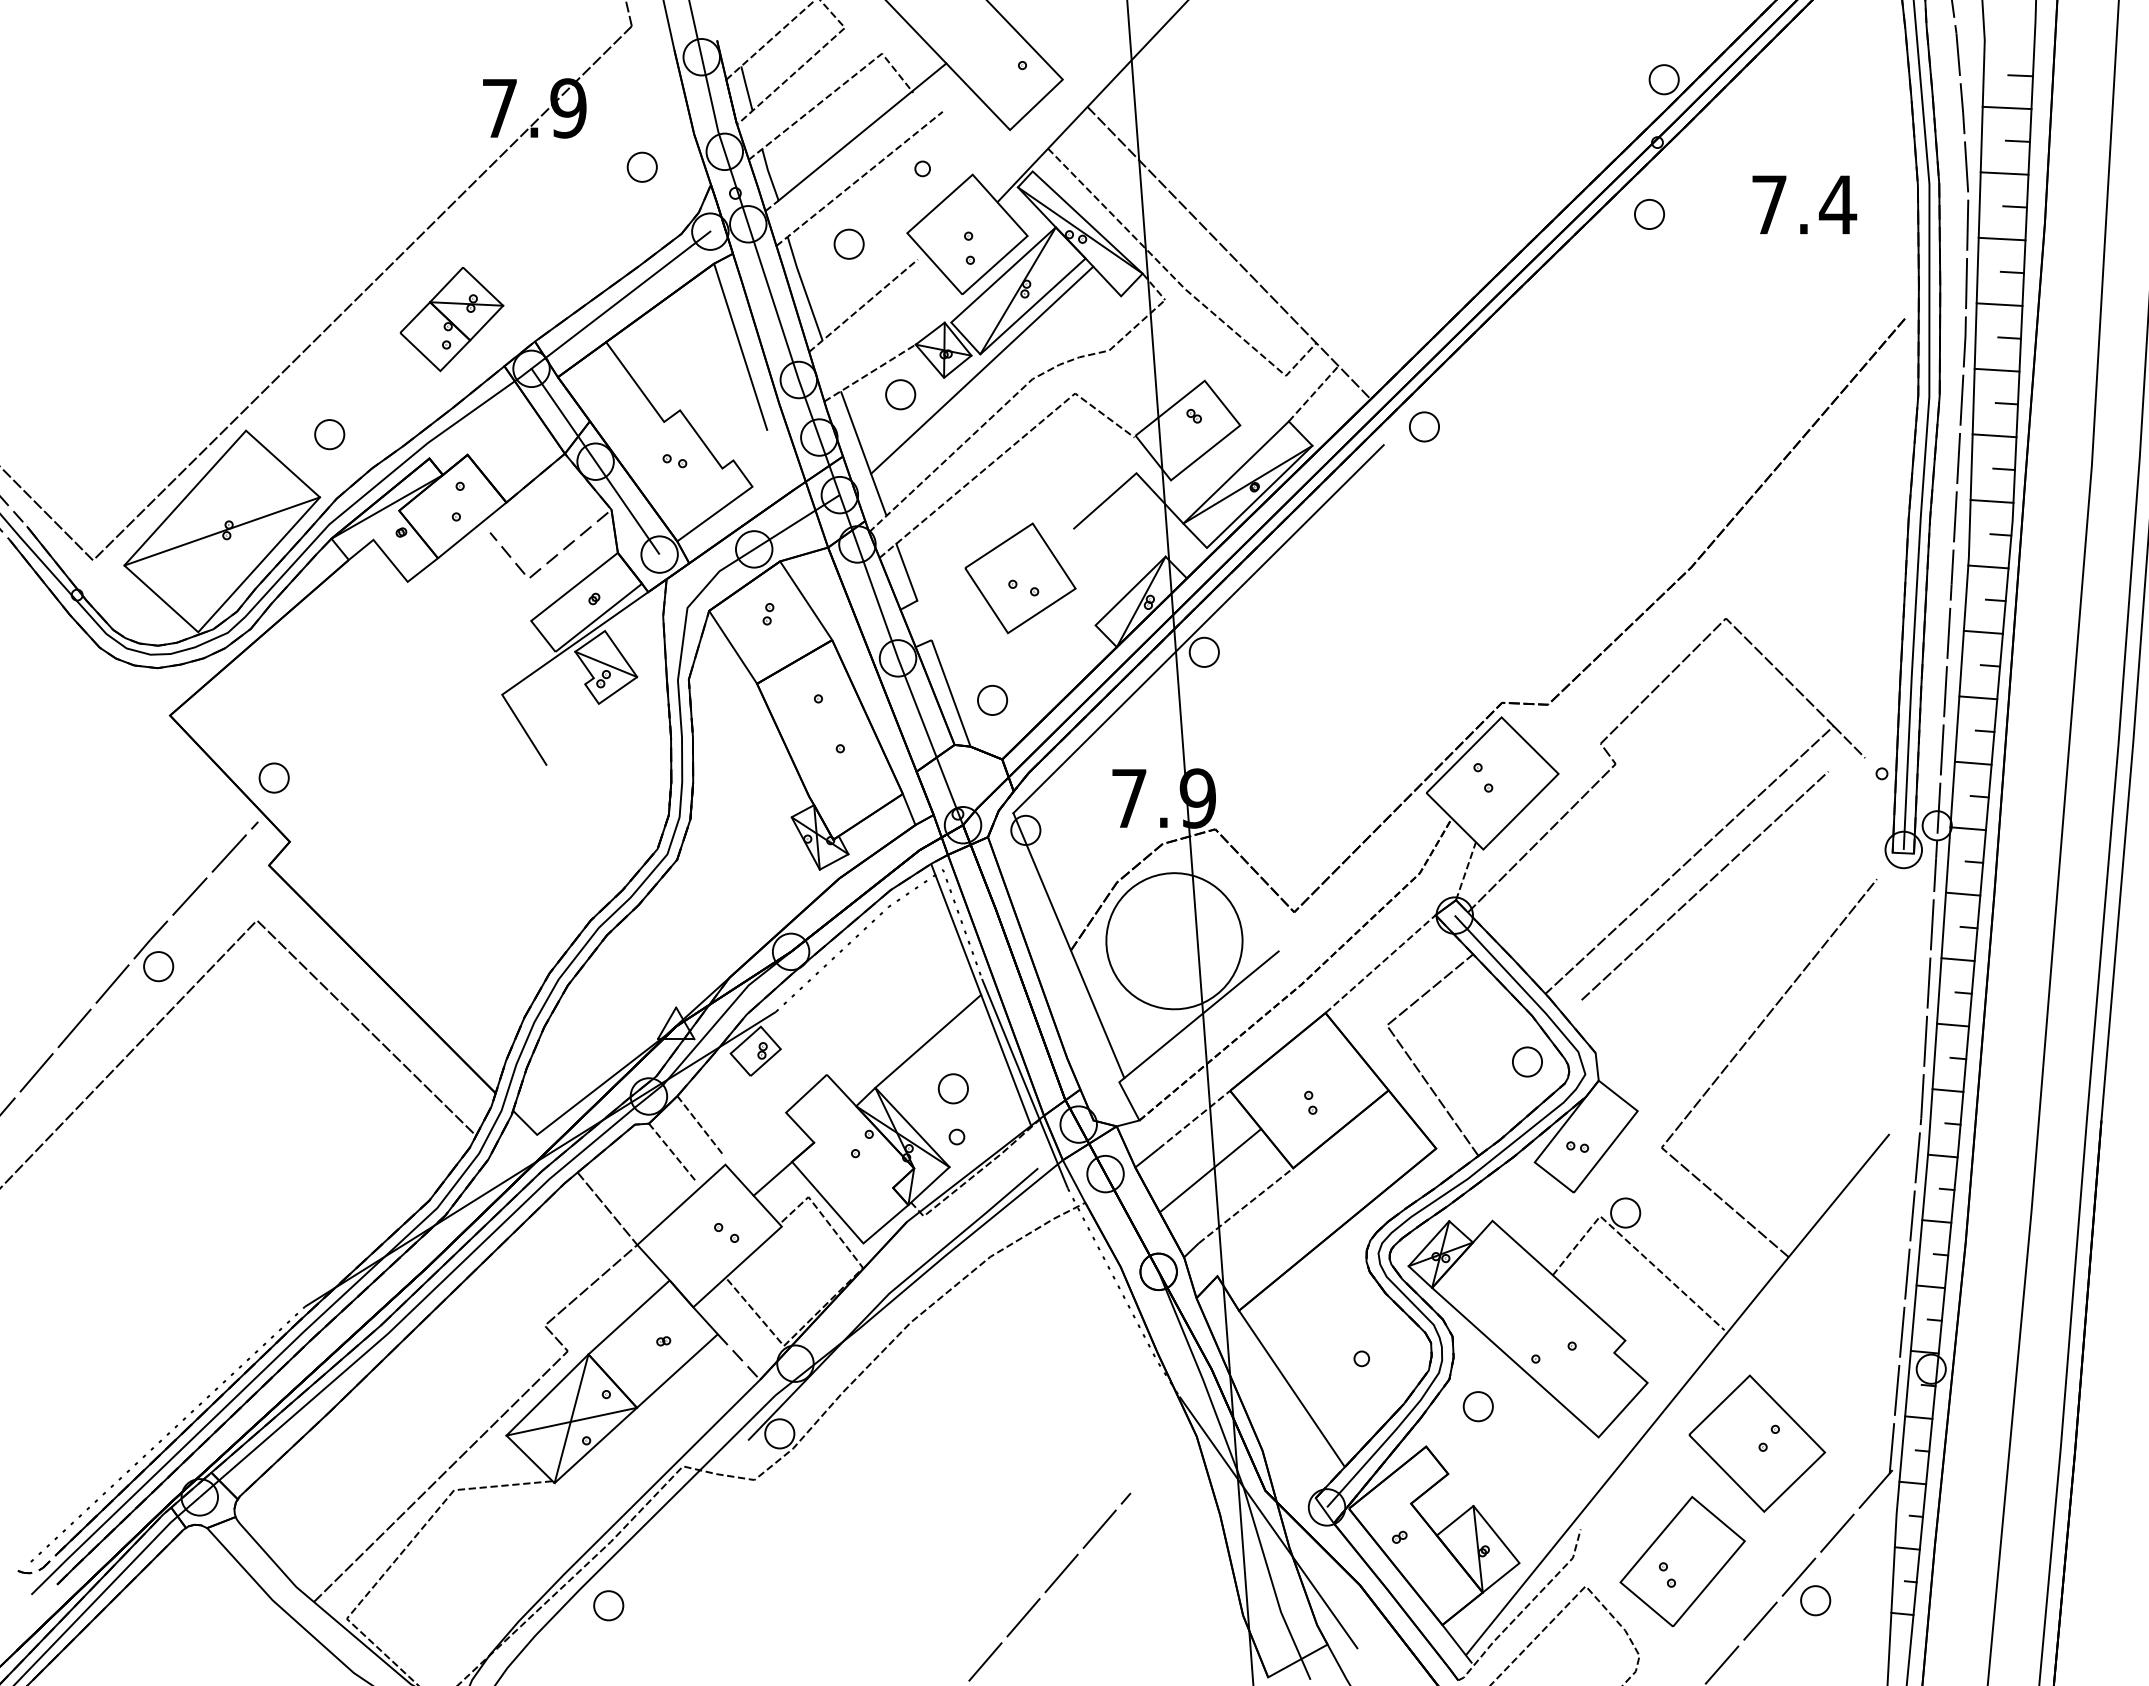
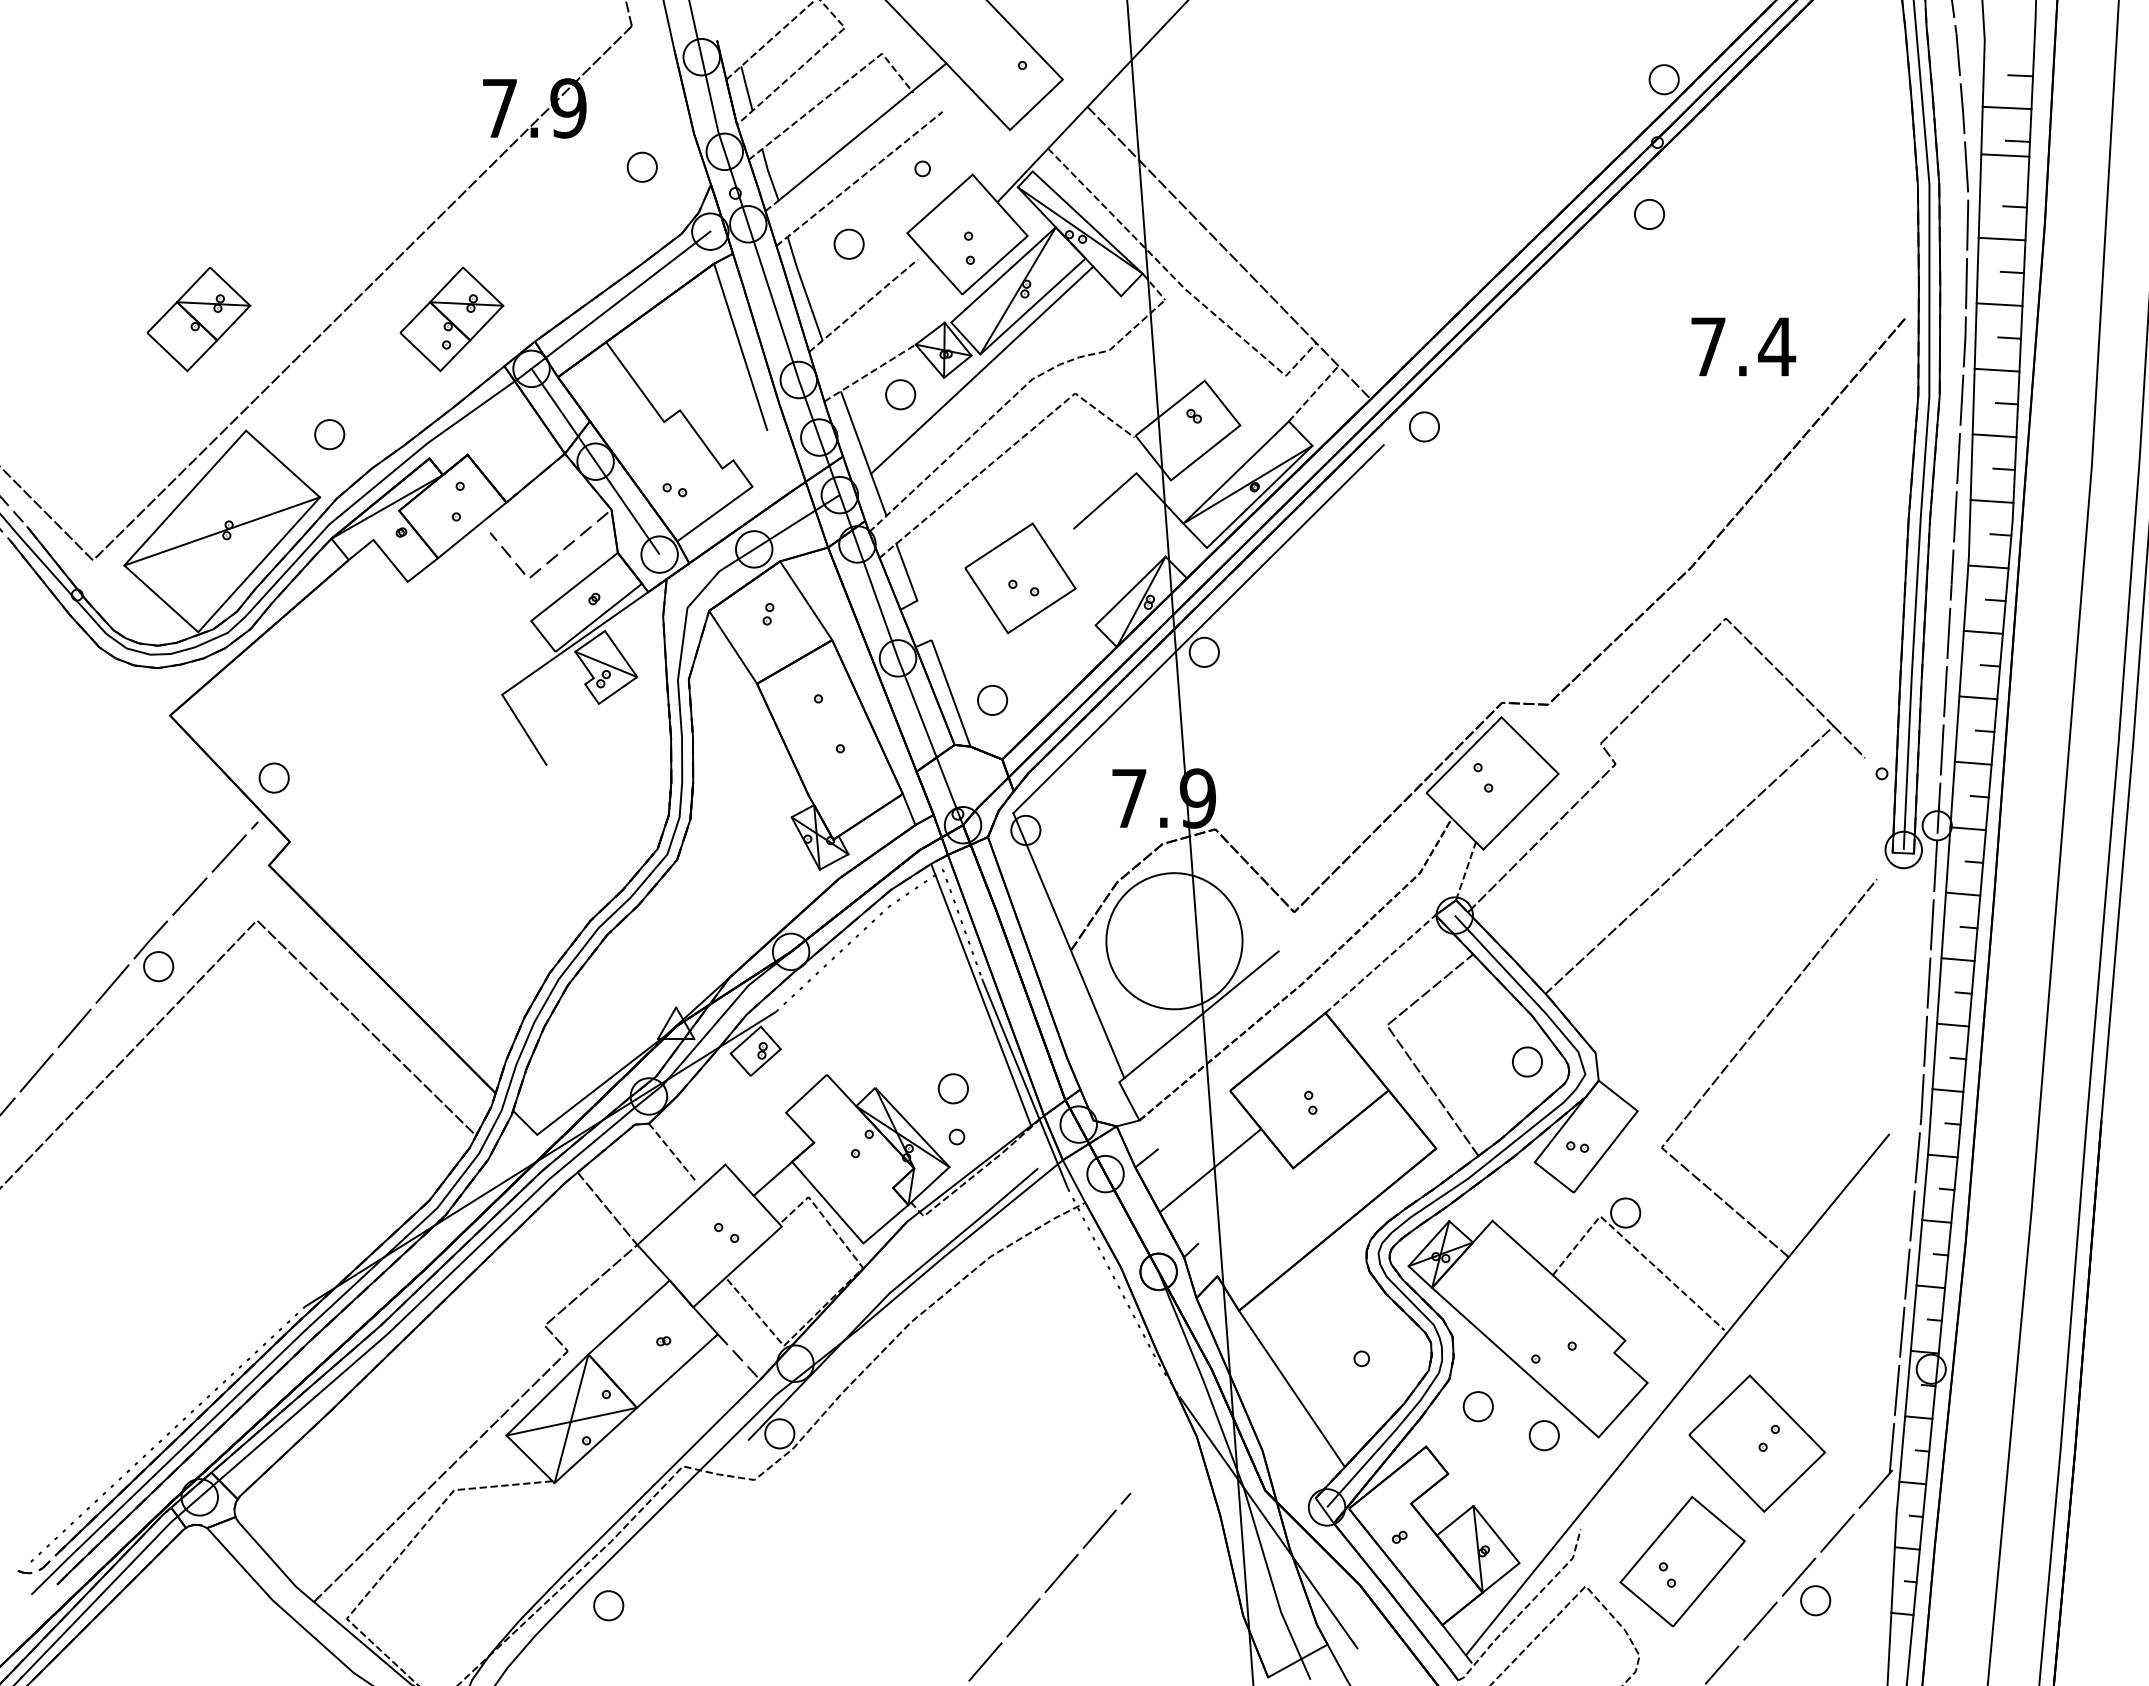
line at (2004, 173) position: (2004, 173) -> (2005, 155)
text at (1804, 204) position: (1804, 204) -> (1743, 346)
part at (198, 319): none -> present
part at (674, 461) position: (674, 461) -> (674, 490)
line at (1704, 885): present -> none
line at (928, 1040): present -> none
line at (1194, 1119): present -> none
line at (700, 1125): present -> none
line at (1245, 1205): present -> none
part at (1543, 1435): none -> present
